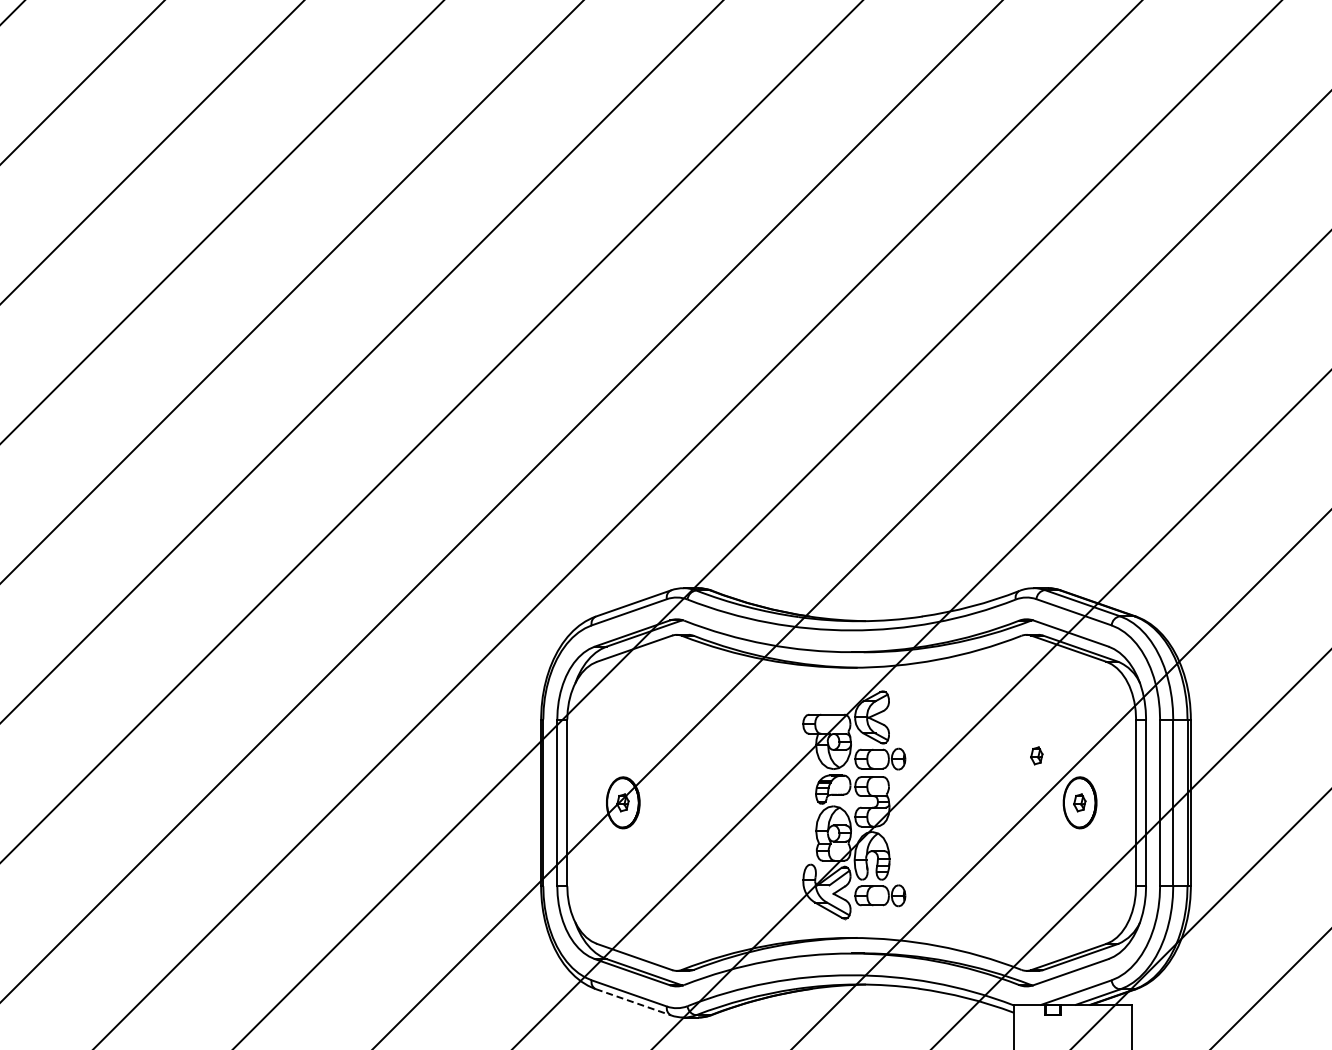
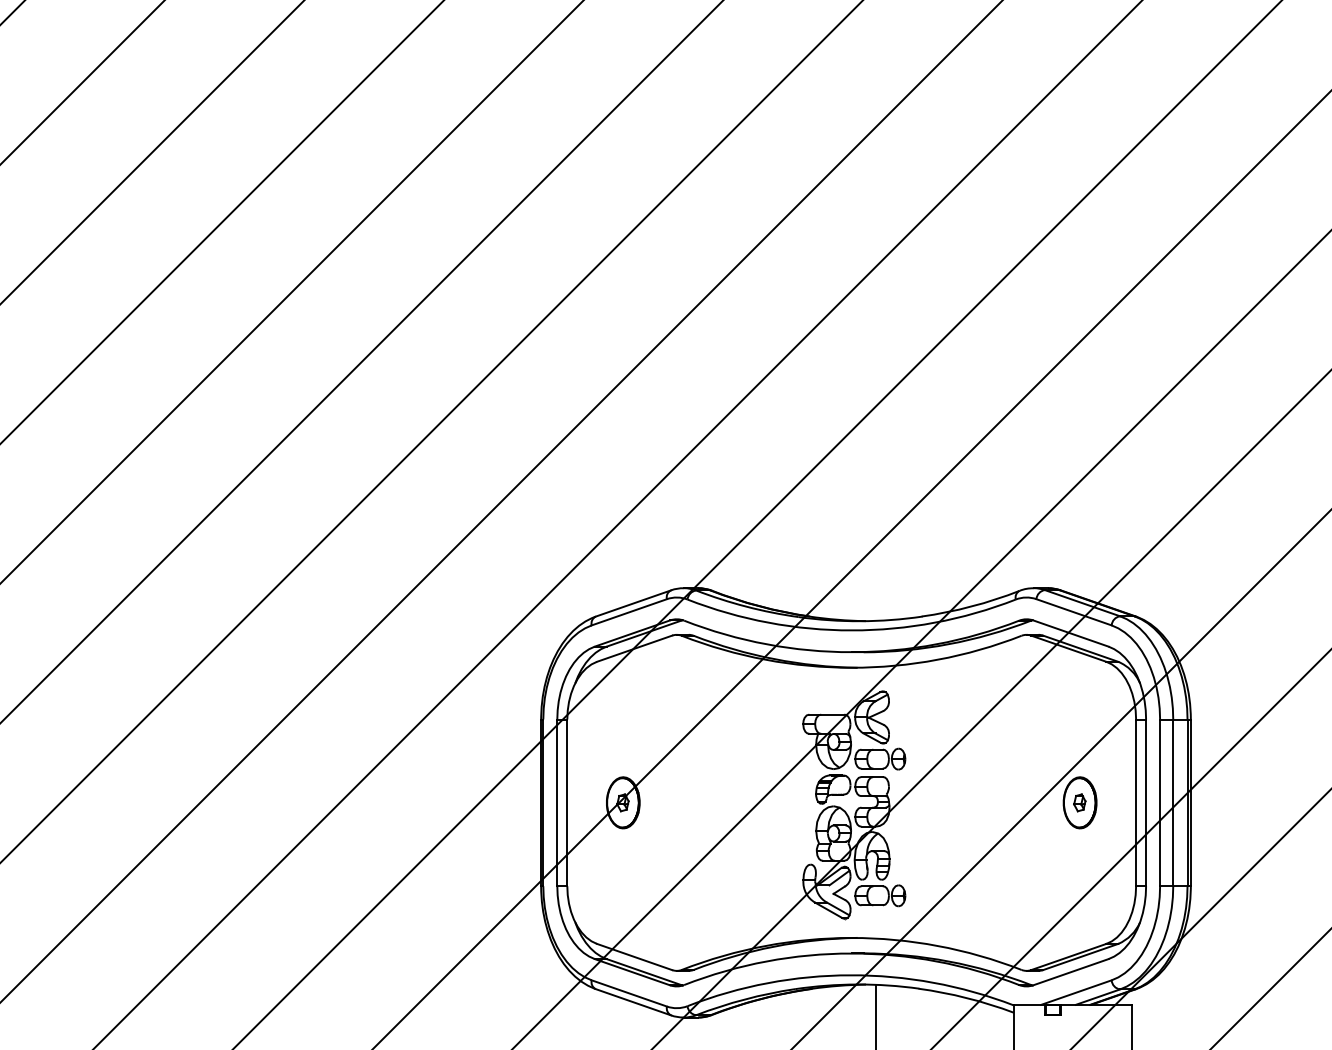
part at (1036, 755): present -> none
line at (633, 1002): dashed -> solid
line at (876, 1015): none -> present
